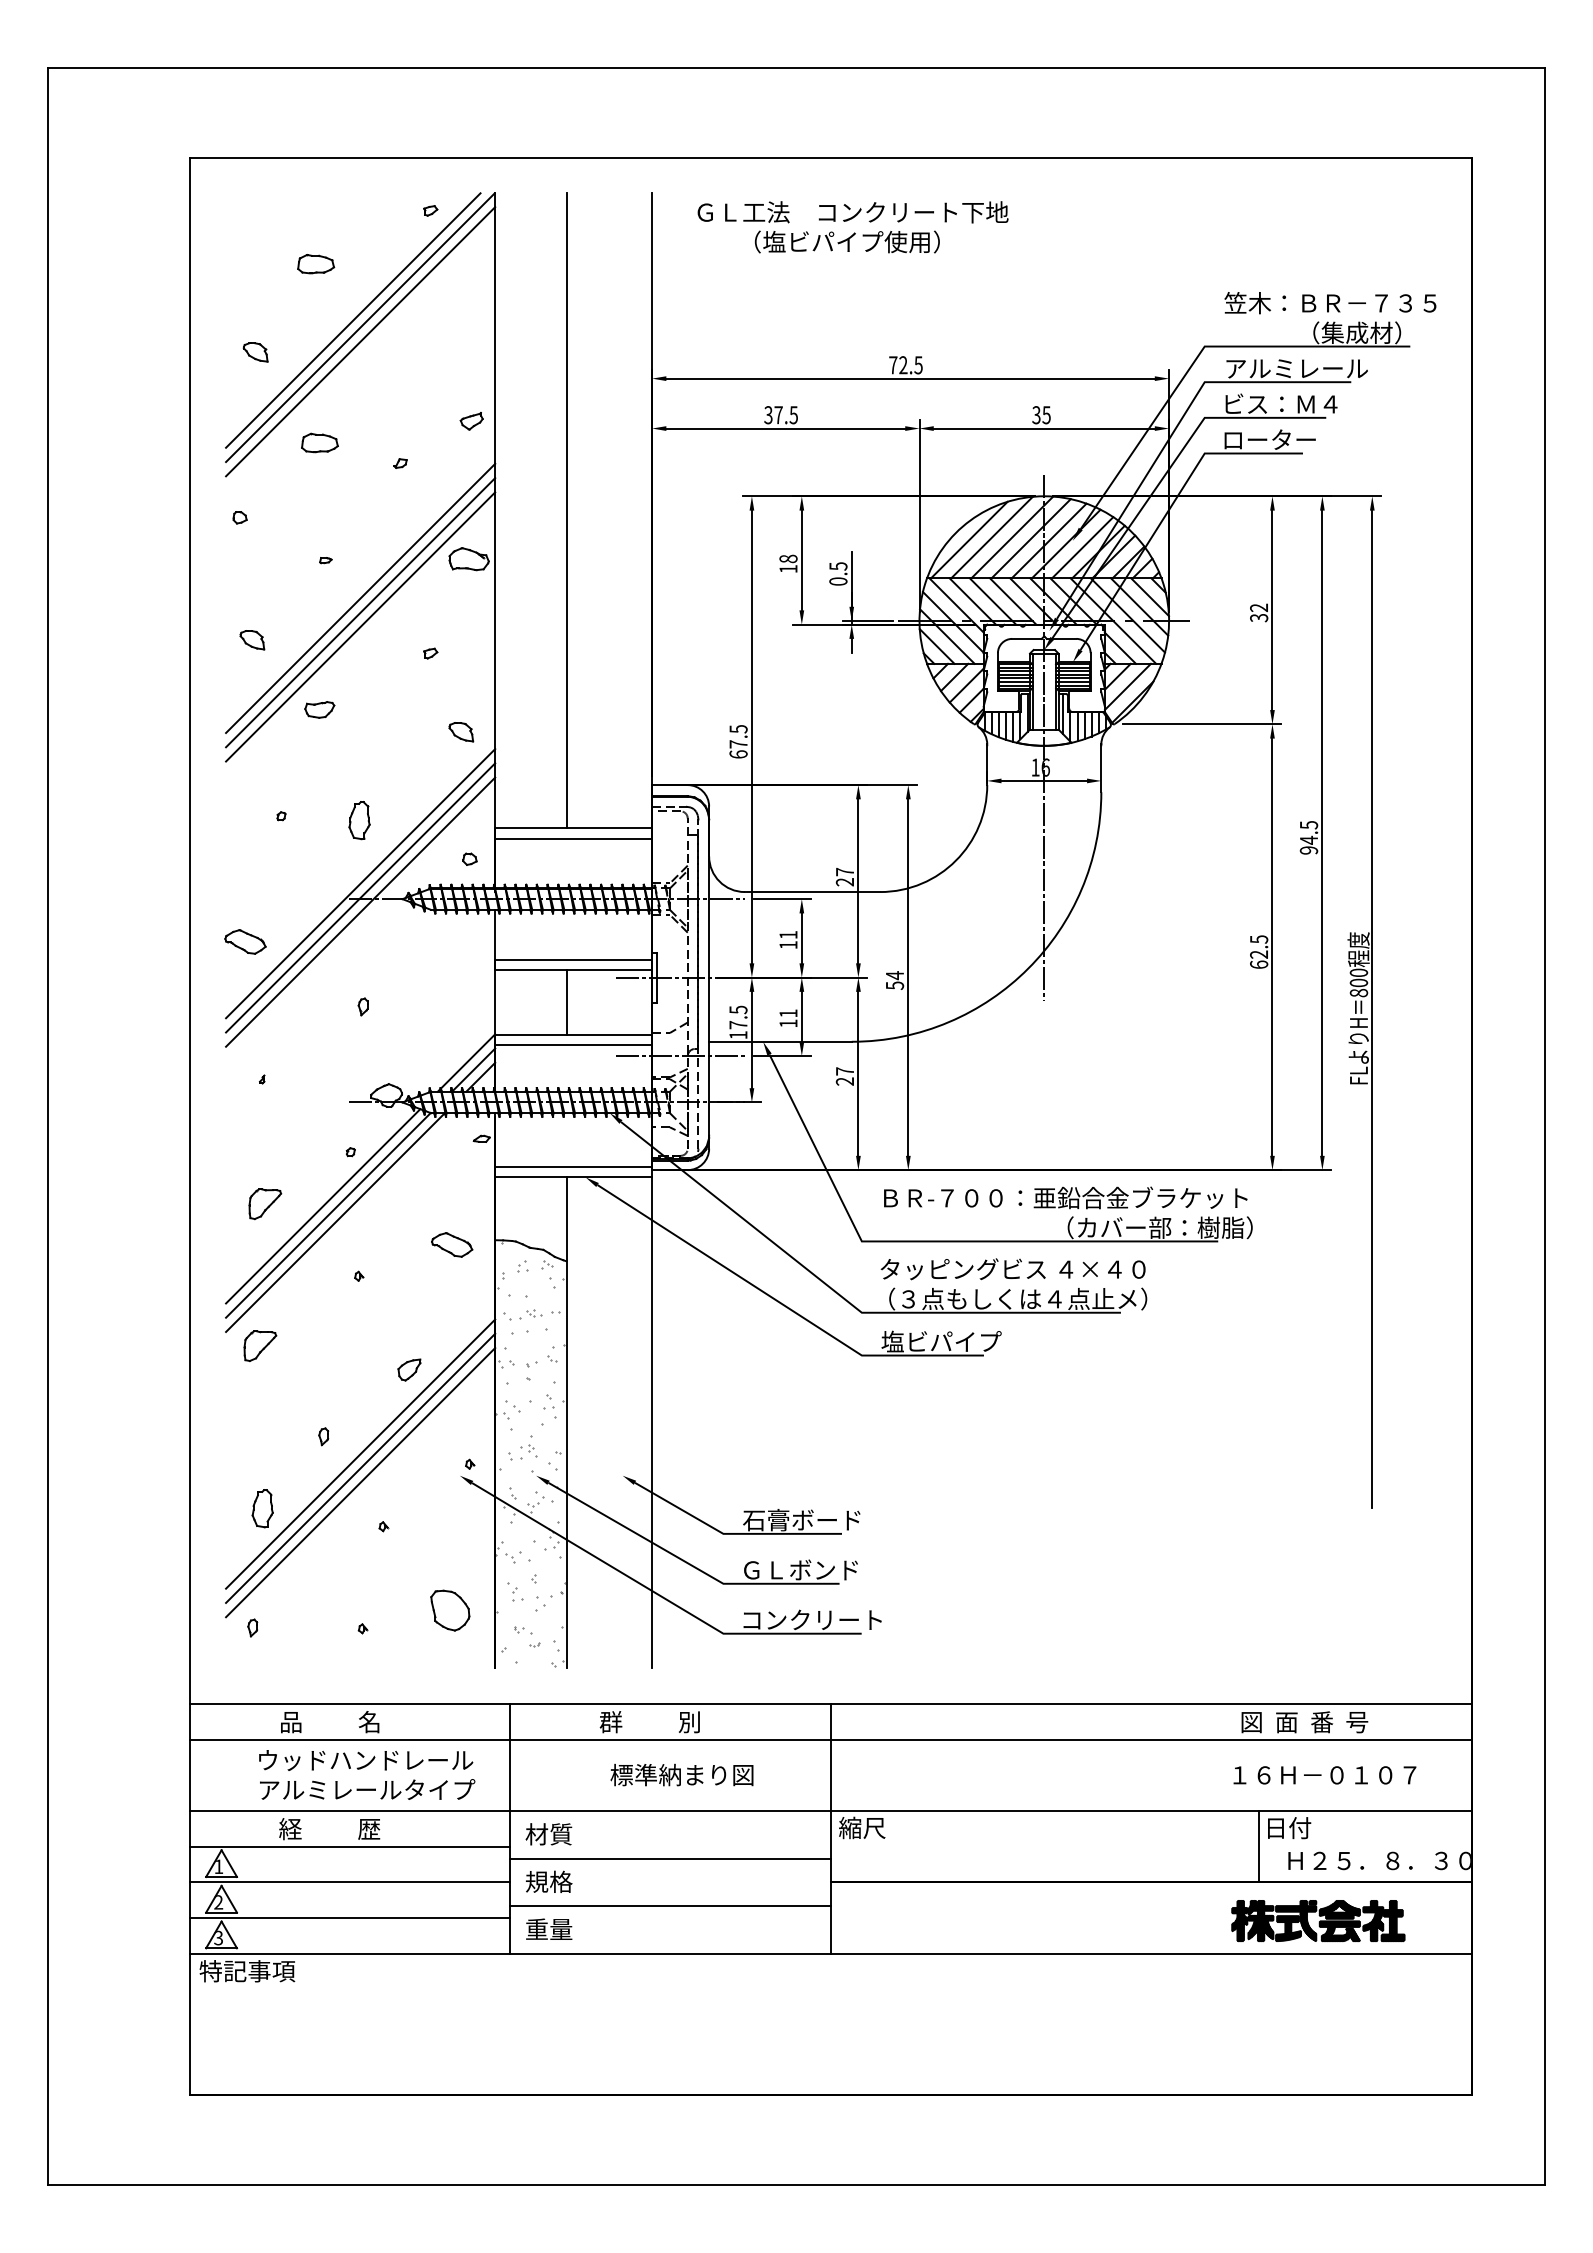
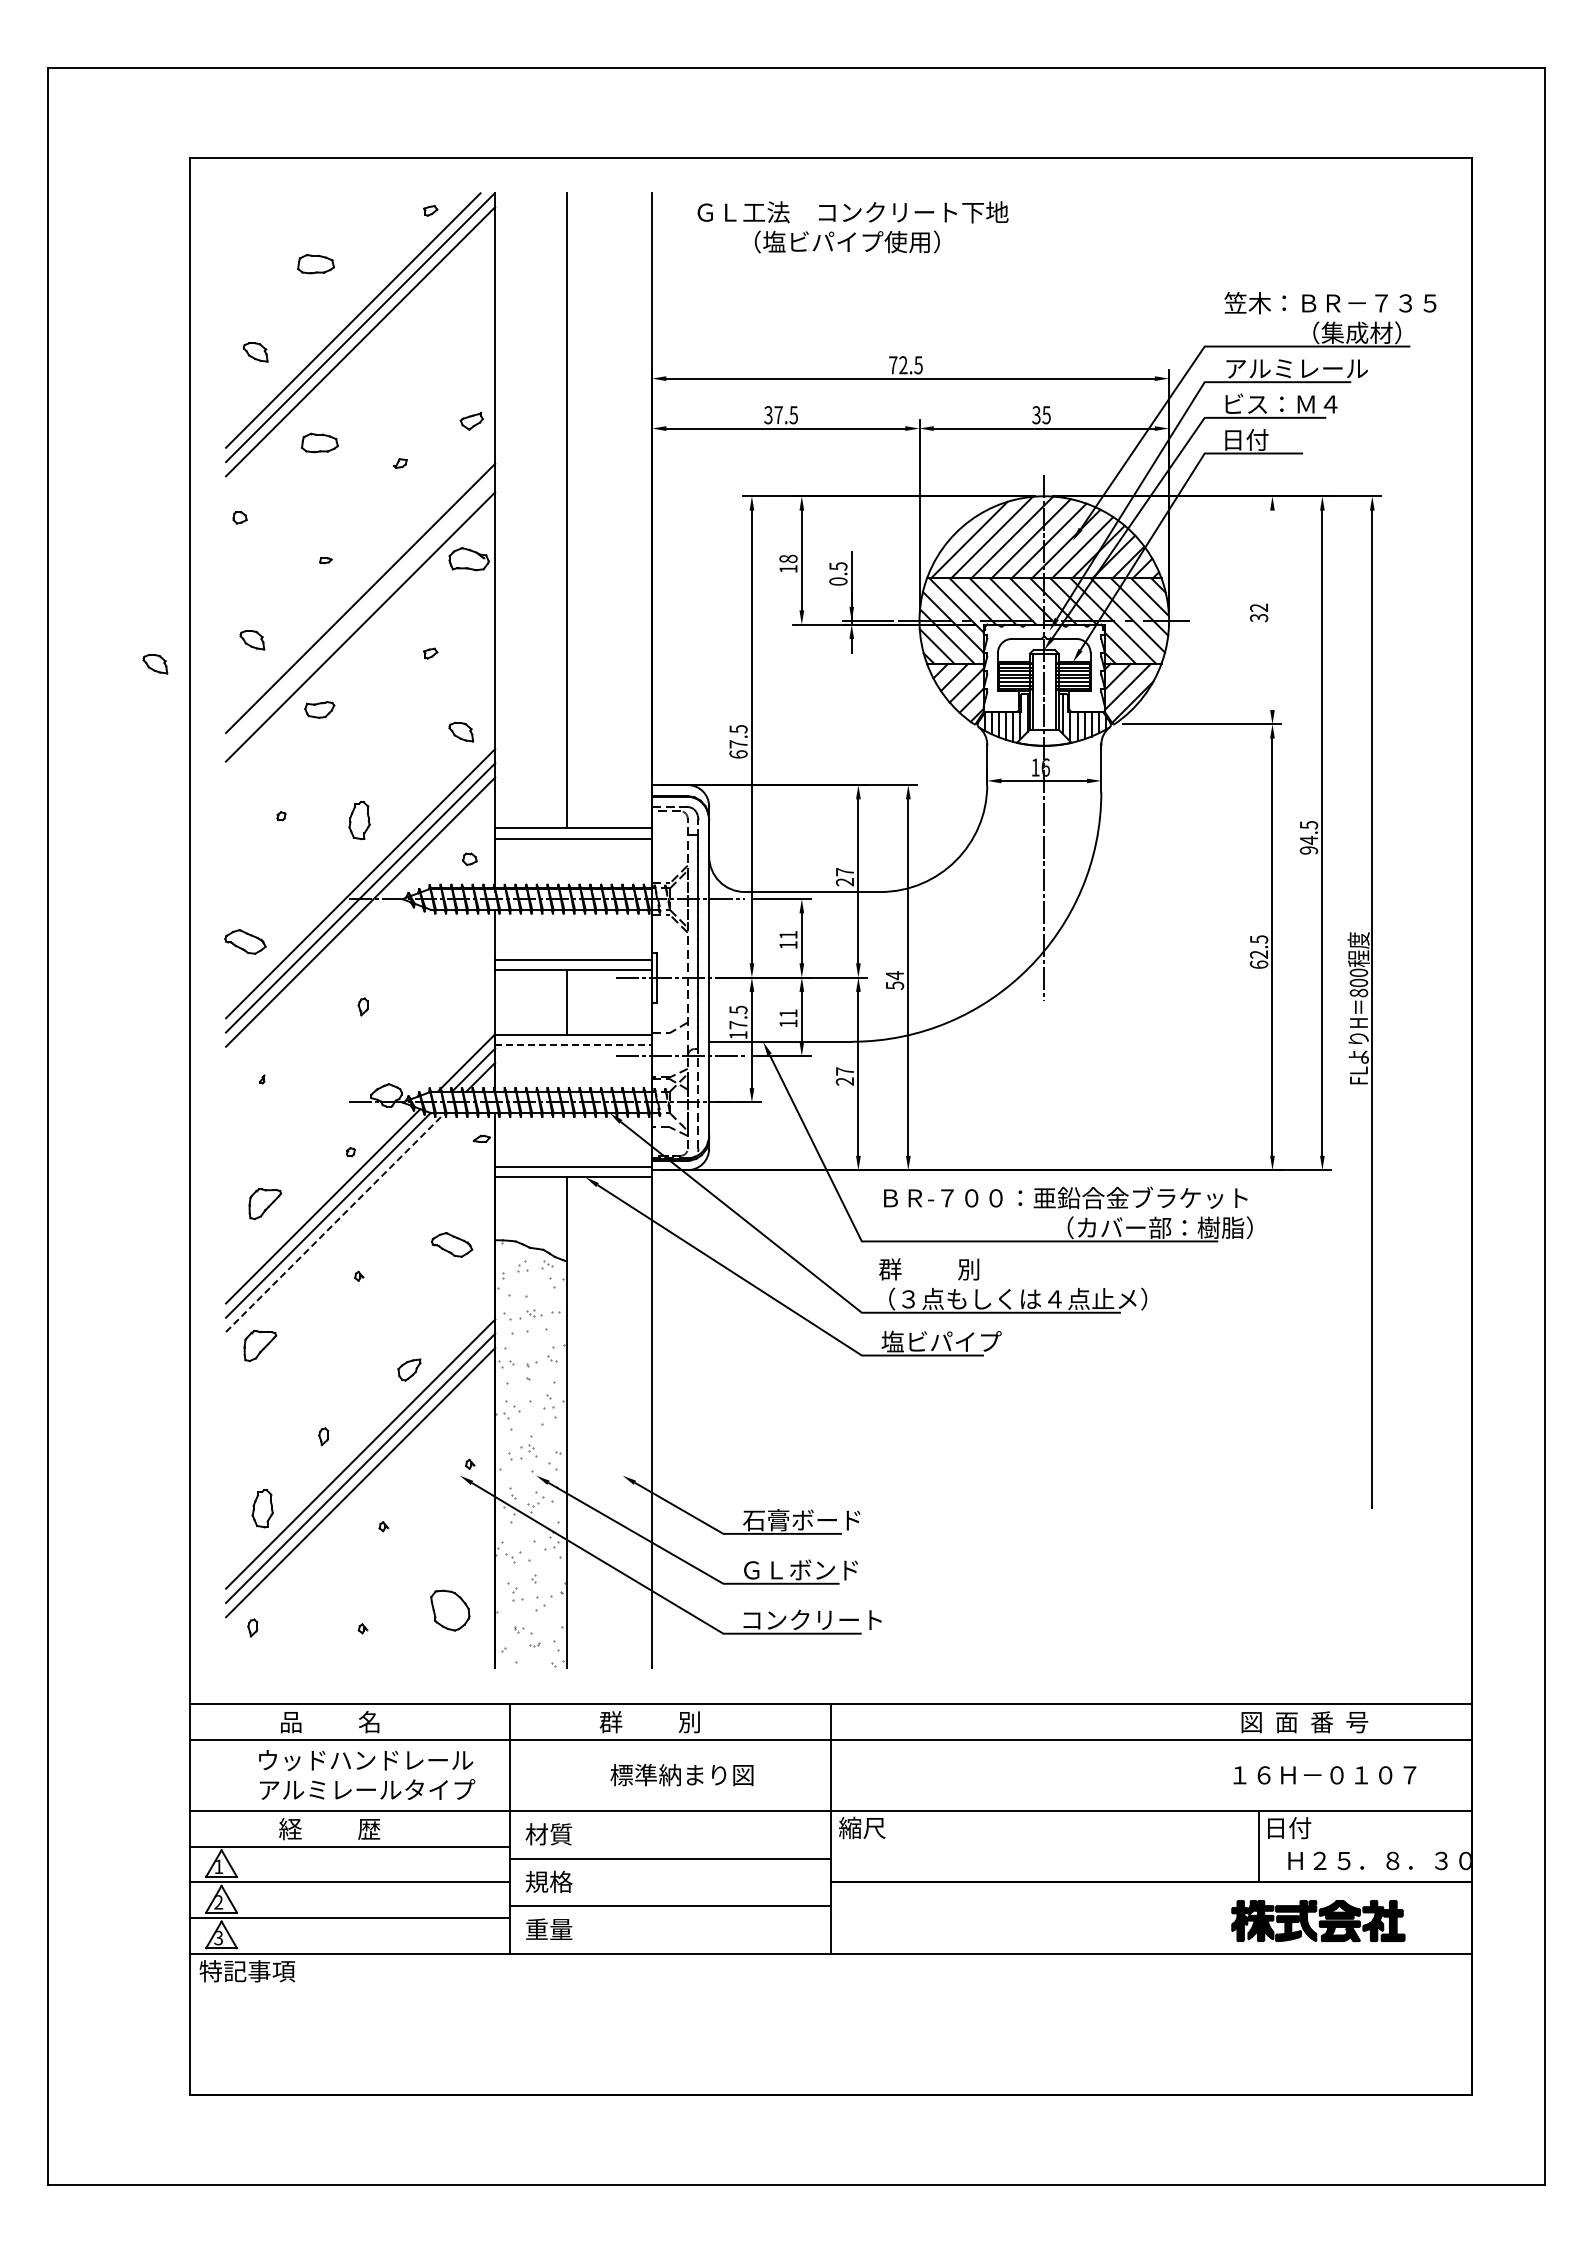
text at (1269, 439): ローター -> 日付
line at (1272, 610): present -> none
line at (360, 612): present -> none
part at (155, 664): none -> present
line at (574, 1045): solid -> dashed
line at (335, 1222): solid -> dashed
text at (1012, 1269): タッピングビス ４×４０ -> 群          別
